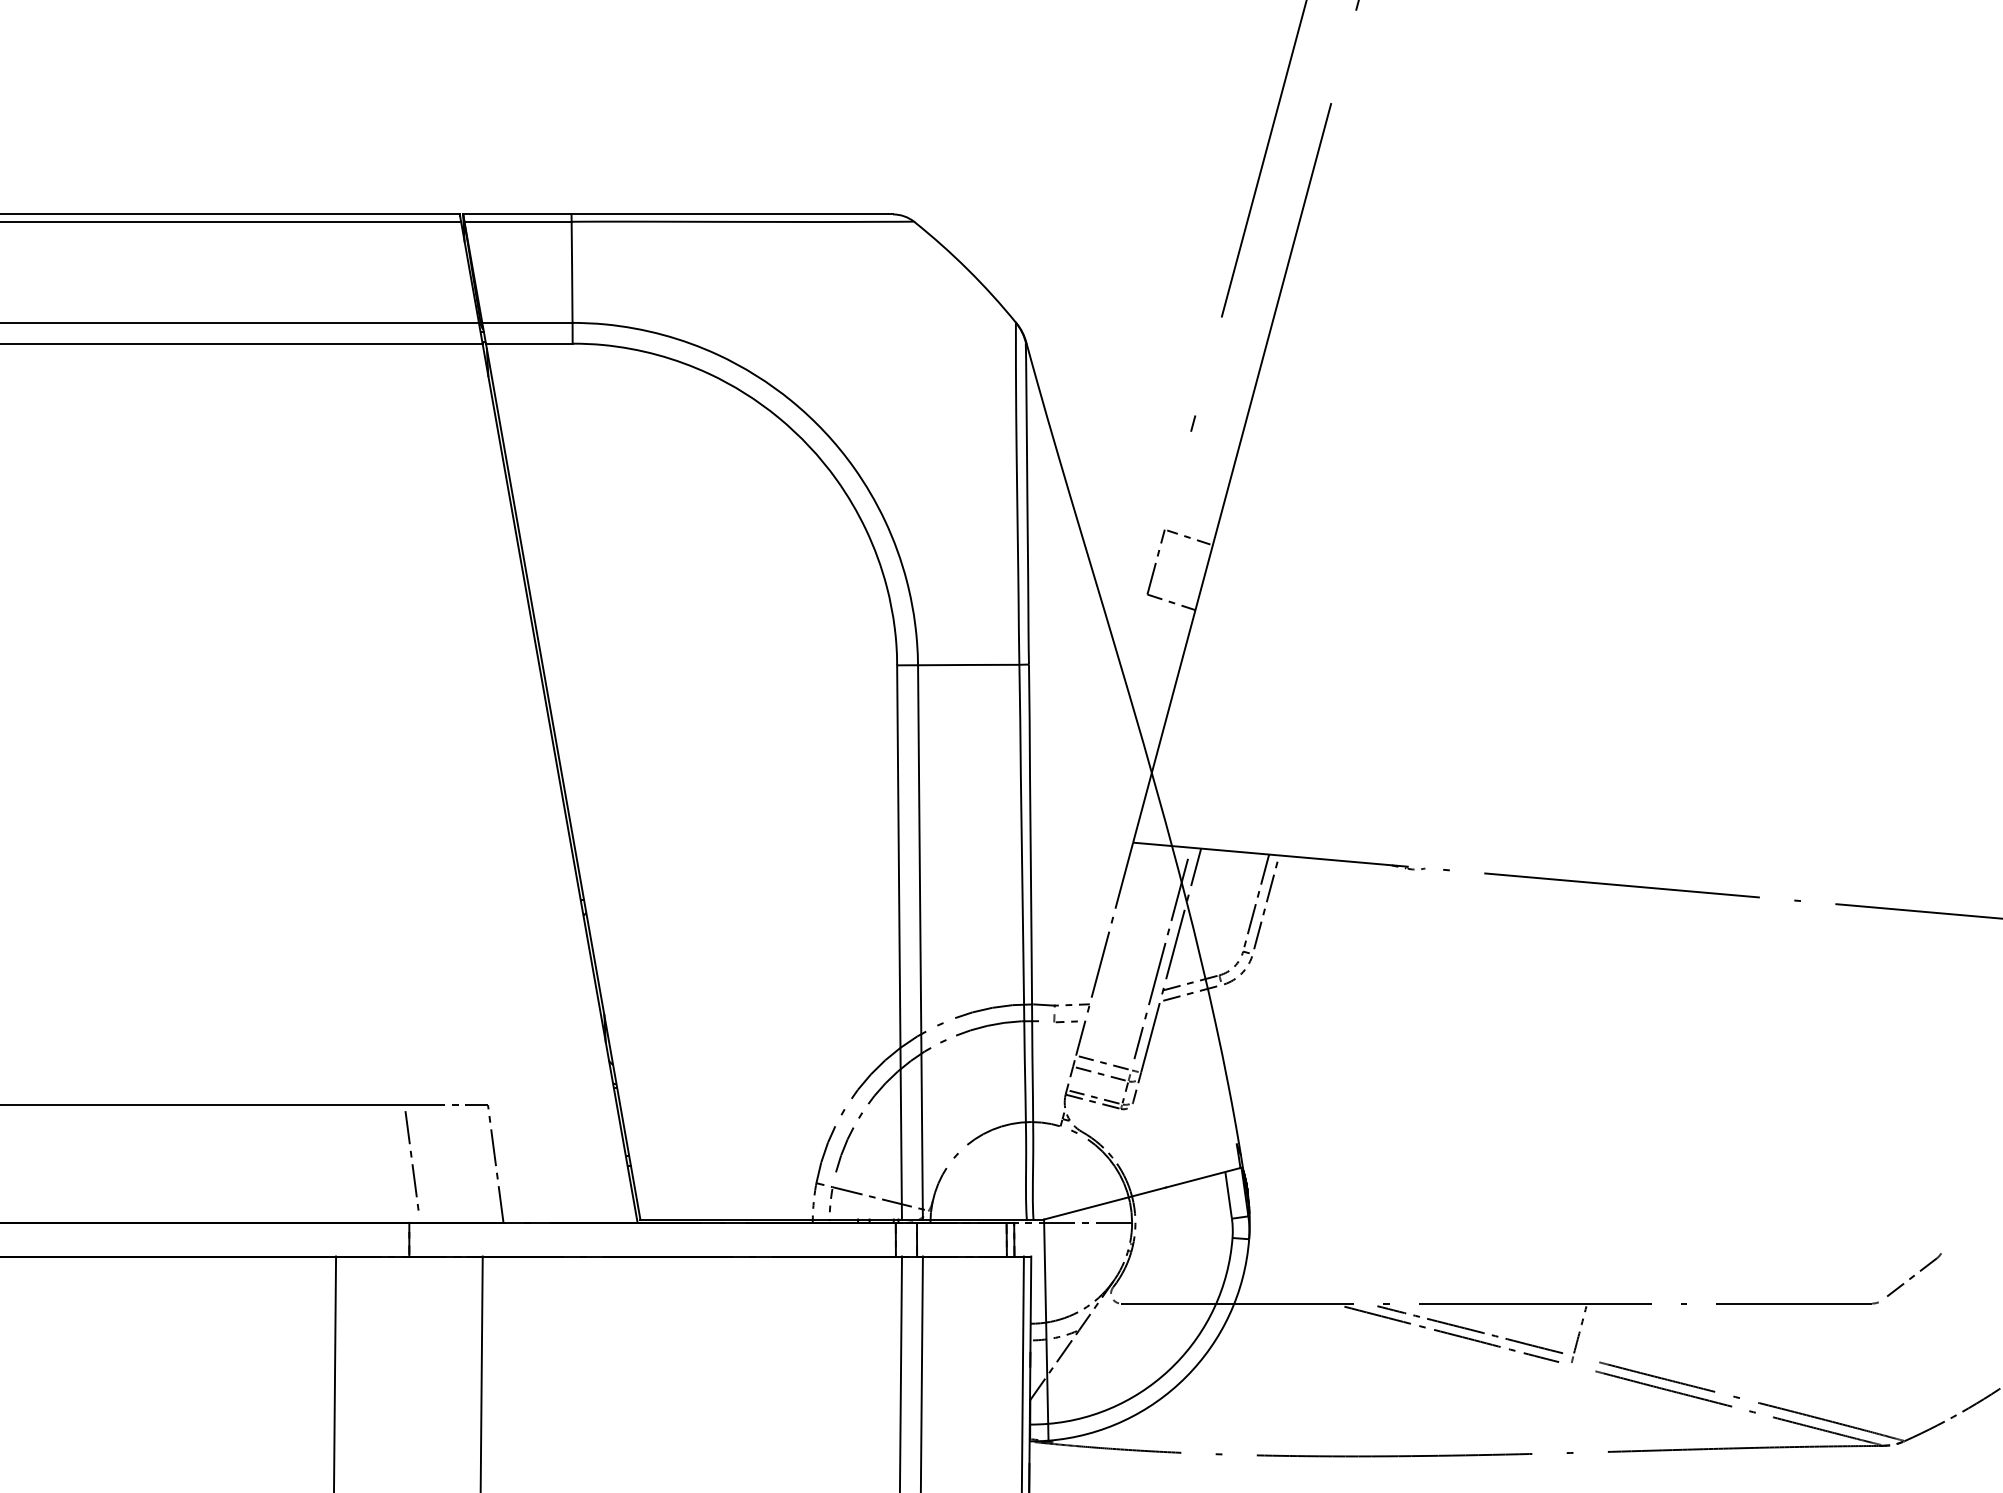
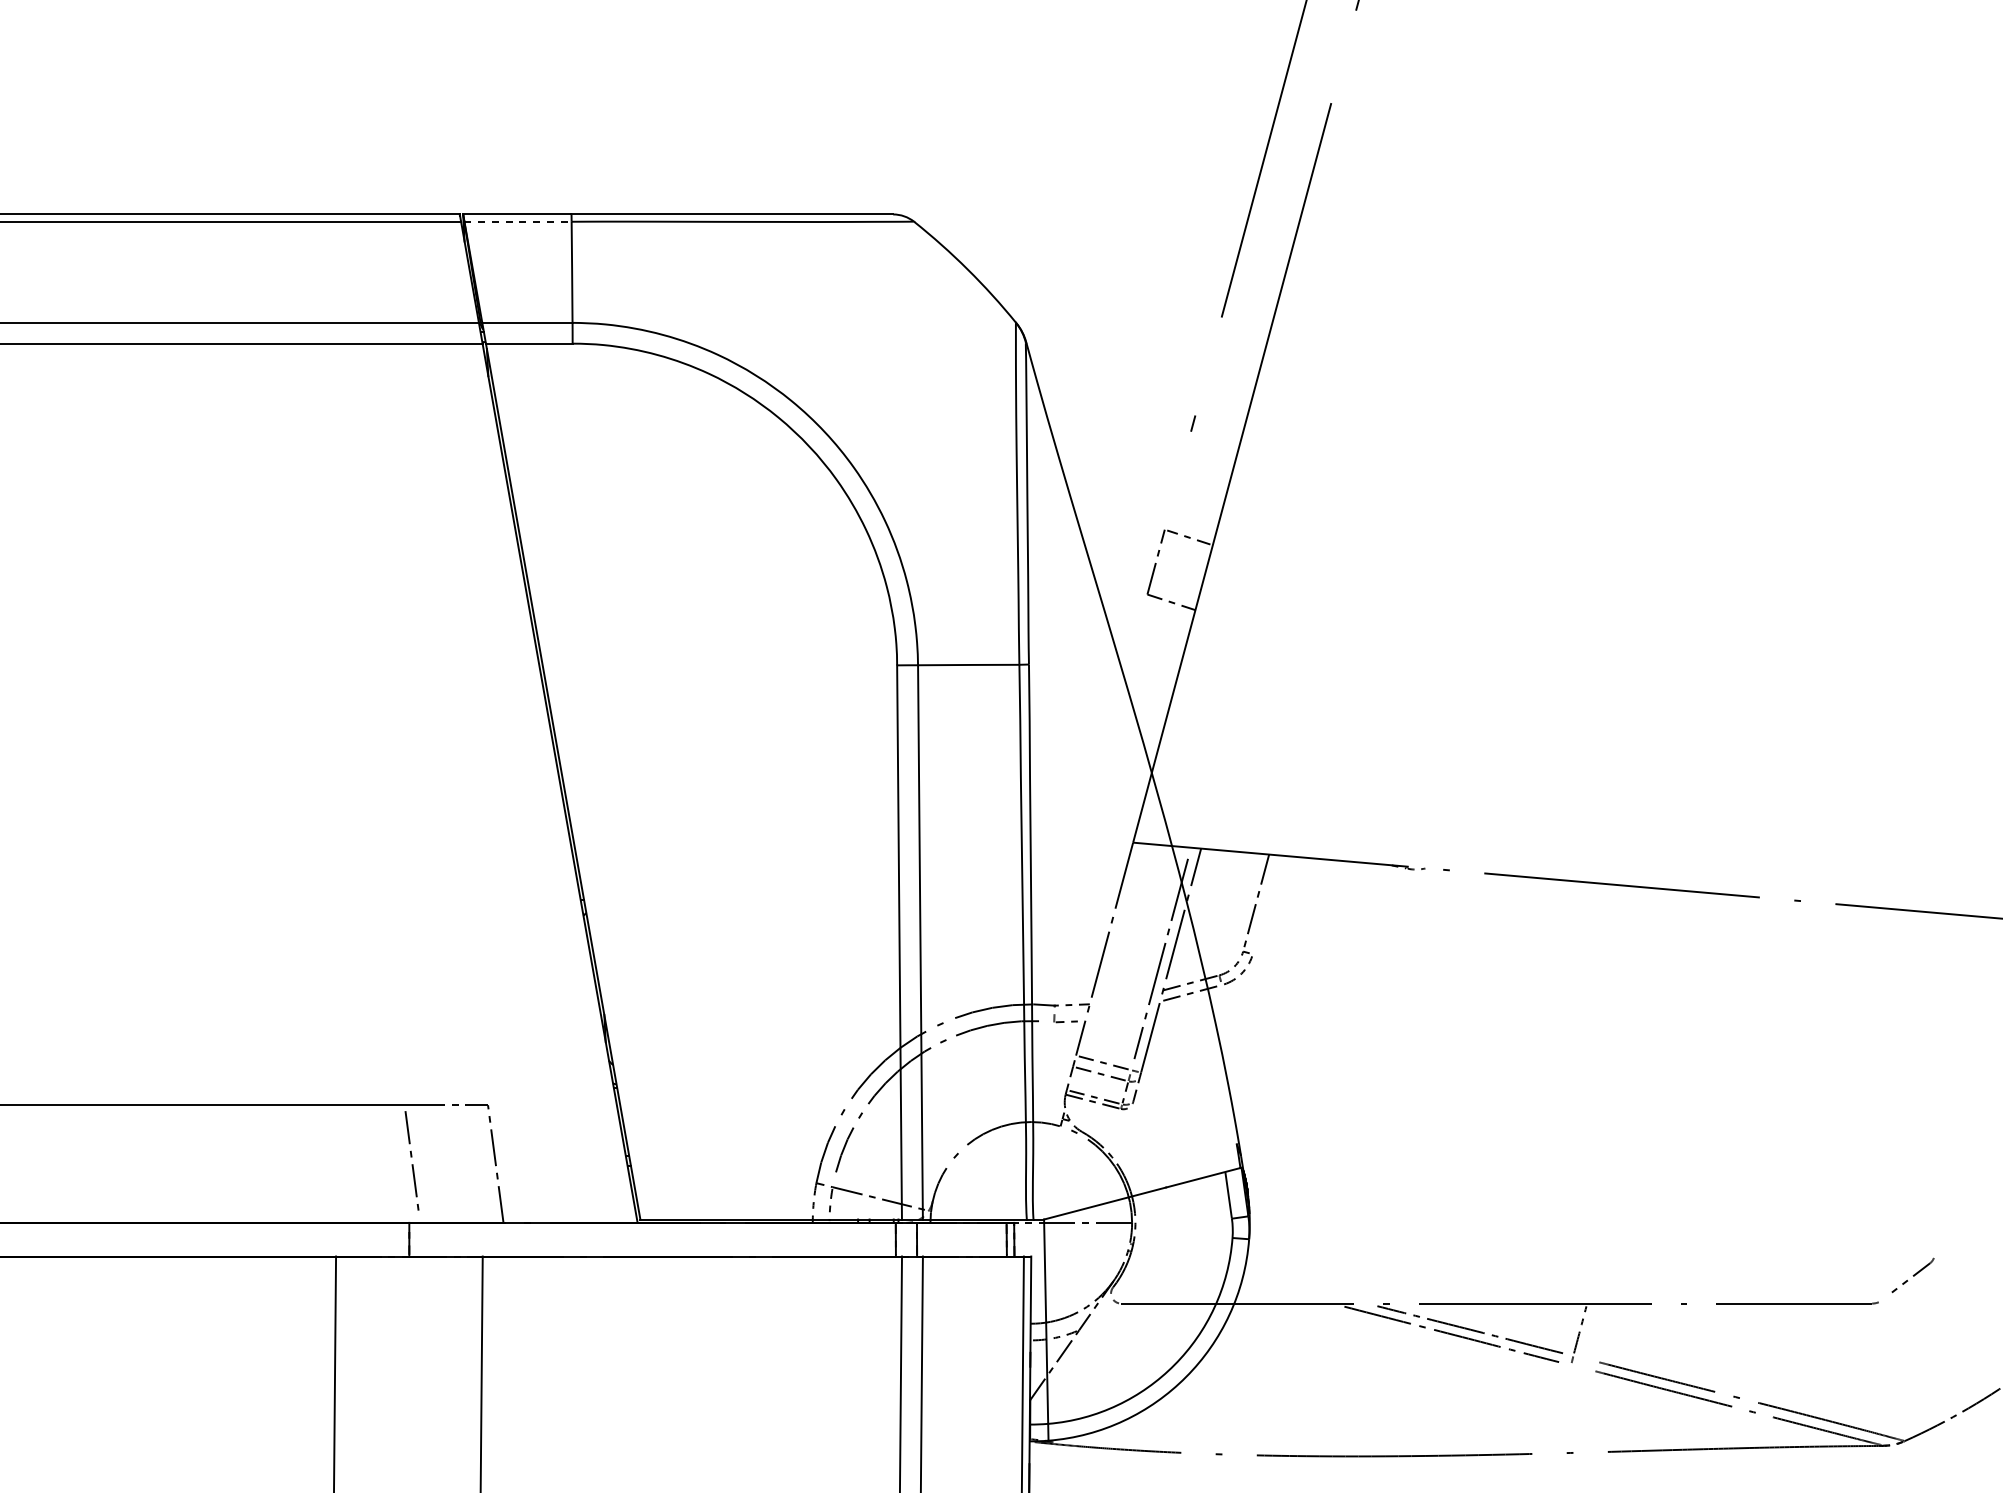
line at (518, 221): solid -> dashed
line at (1265, 904): present -> none
part at (1913, 1274) size: 56x44 px -> 44x37 px
